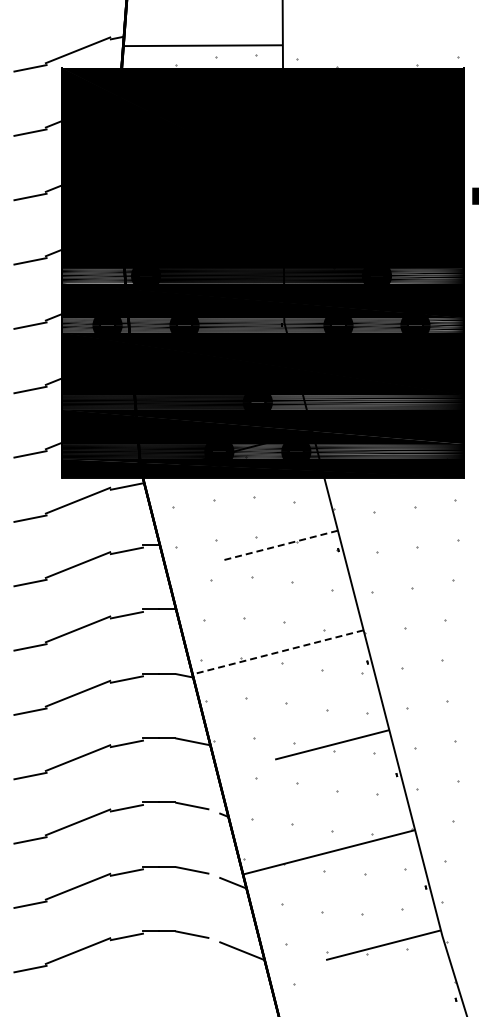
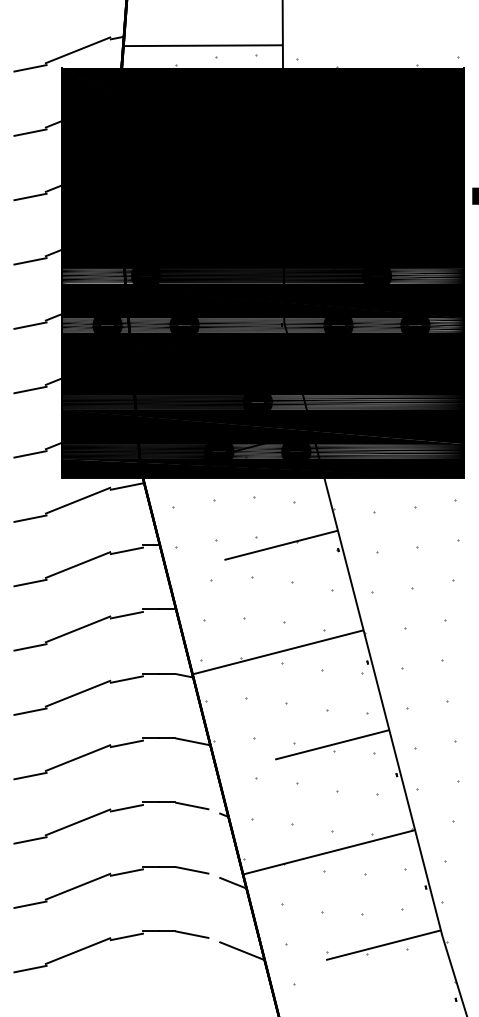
line at (281, 545): dashed -> solid
line at (277, 652): dashed -> solid
